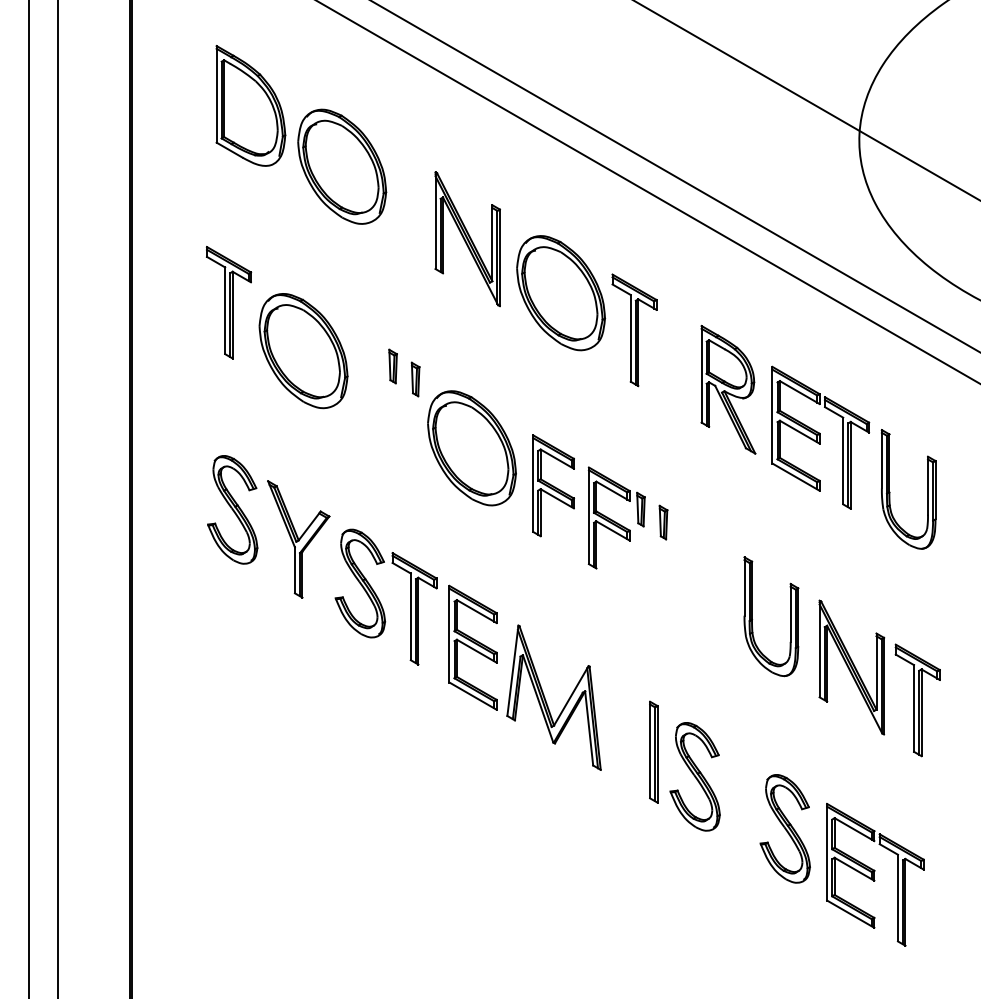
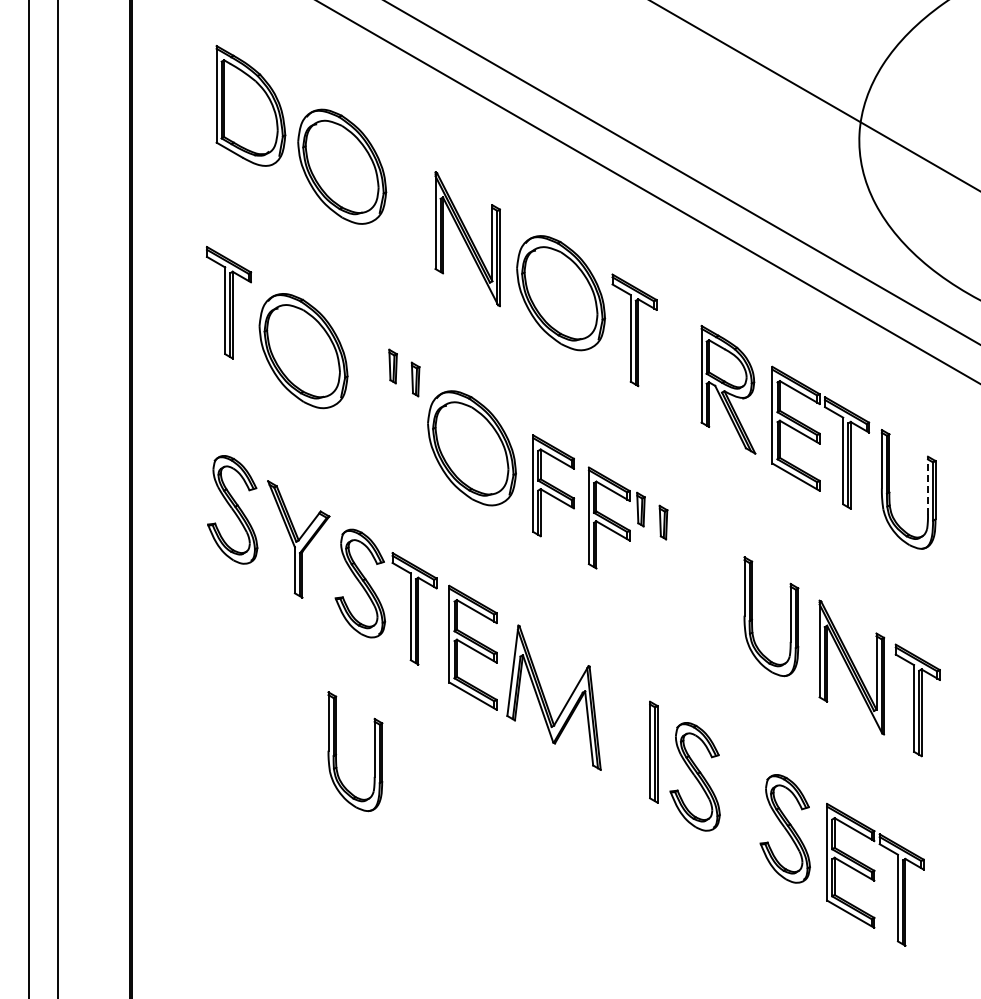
line at (806, 100) position: (806, 100) -> (814, 95)
line at (675, 176) position: (675, 176) -> (682, 172)
line at (928, 485): solid -> dashed
part at (337, 754): none -> present
